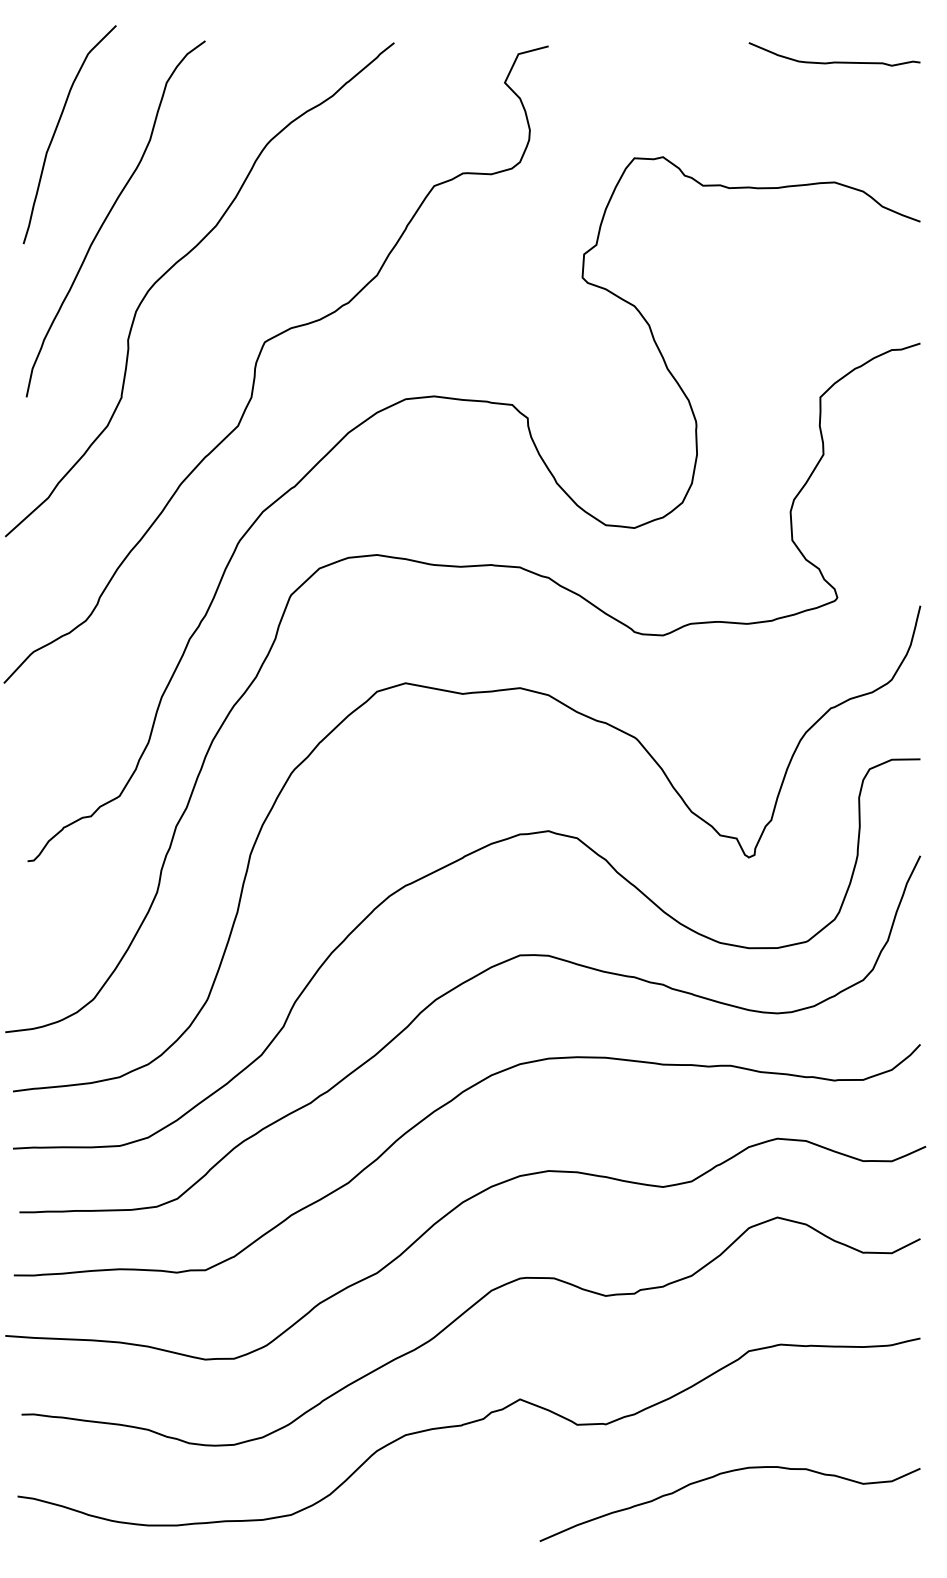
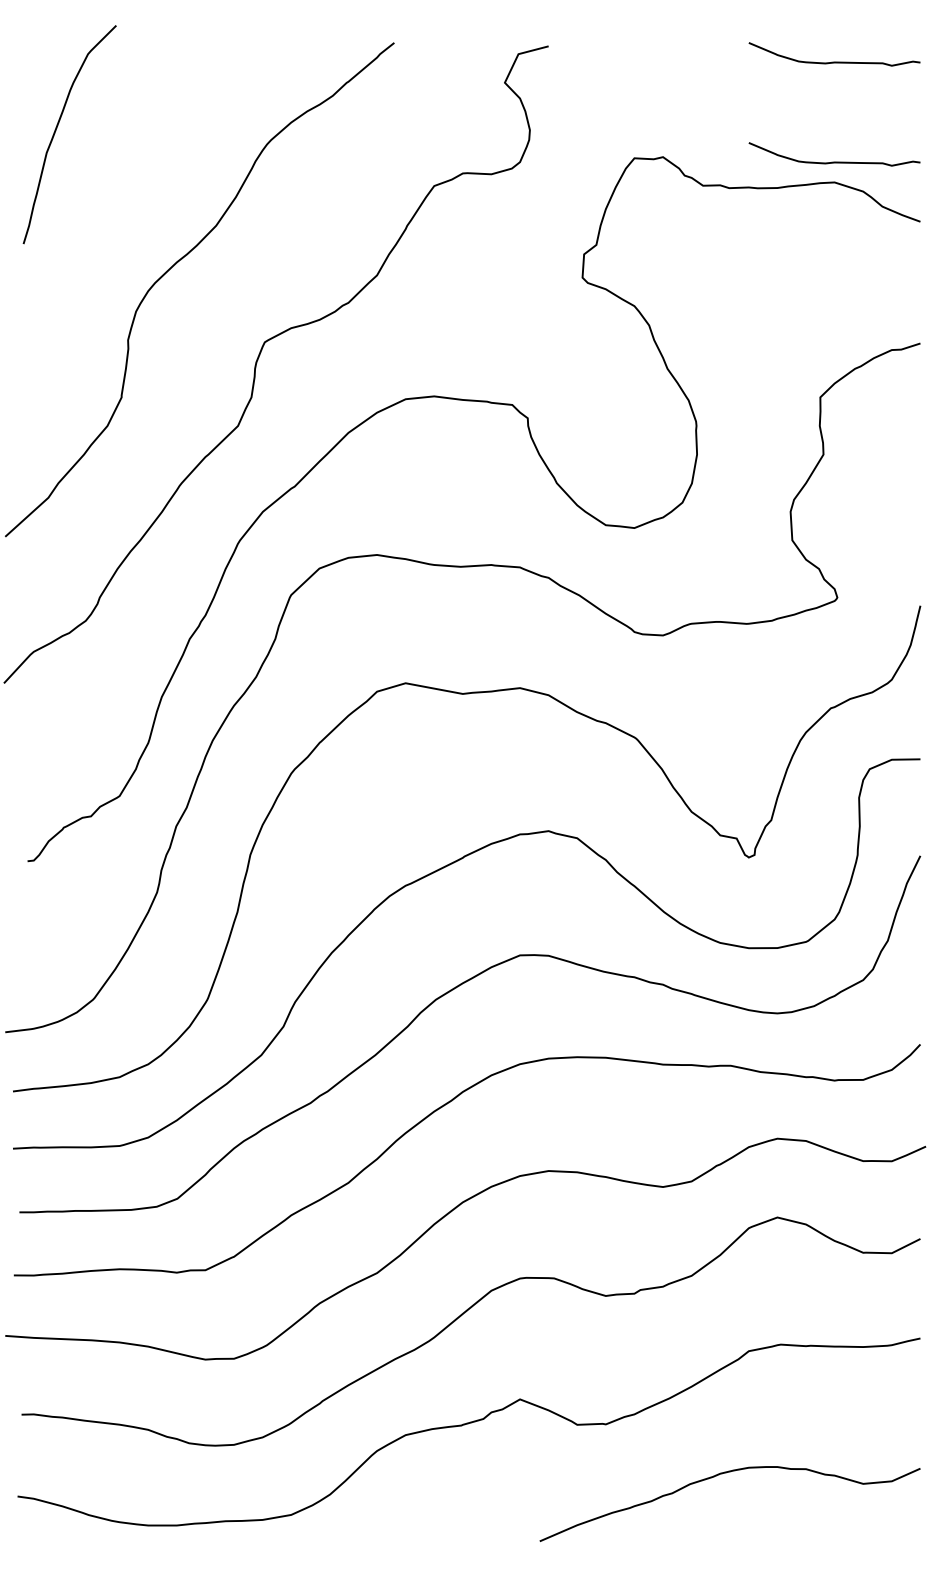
curve at (834, 161): none -> present
curve at (109, 214): present -> none
